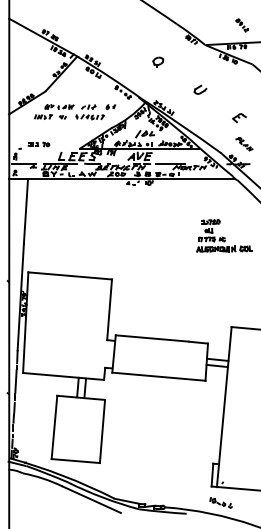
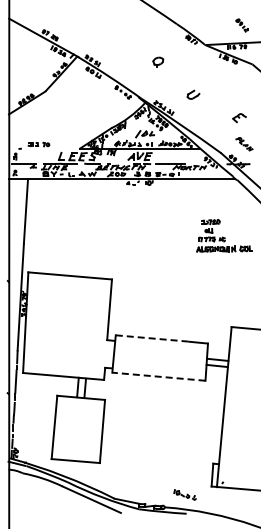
part at (200, 89) position: (200, 89) -> (193, 94)
part at (74, 112): present -> none
line at (152, 338): solid -> dashed
line at (158, 376): solid -> dashed
part at (220, 502) position: (220, 502) -> (184, 494)
